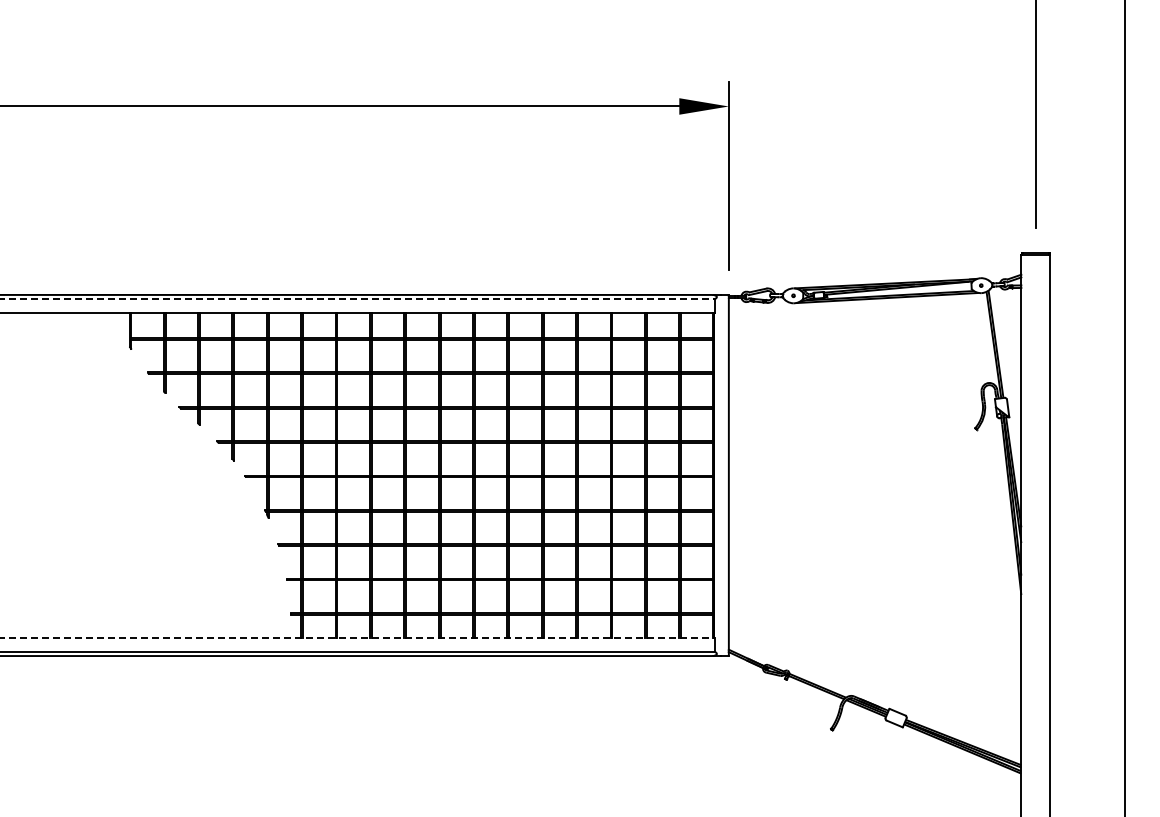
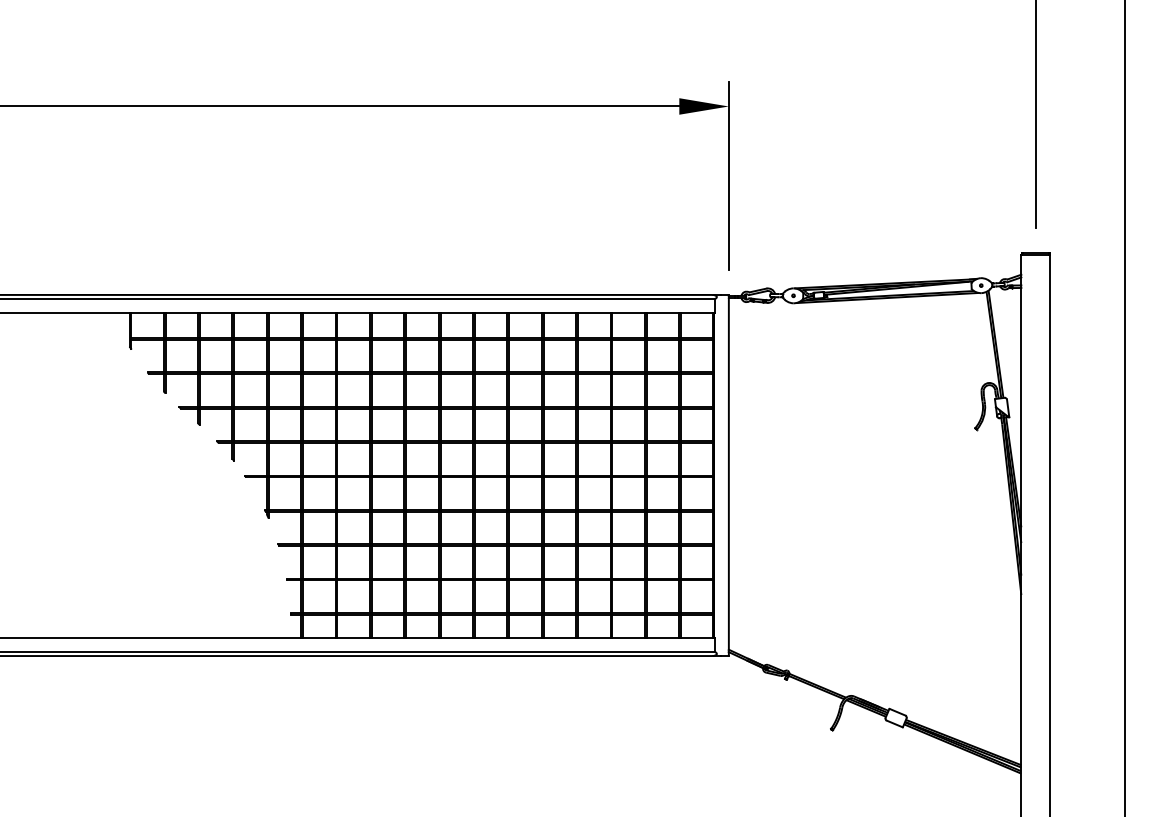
line at (357, 299): dashed -> solid
line at (357, 637): dashed -> solid
